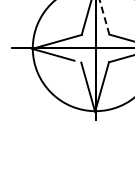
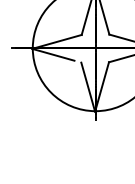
line at (104, 18): dashed -> solid
